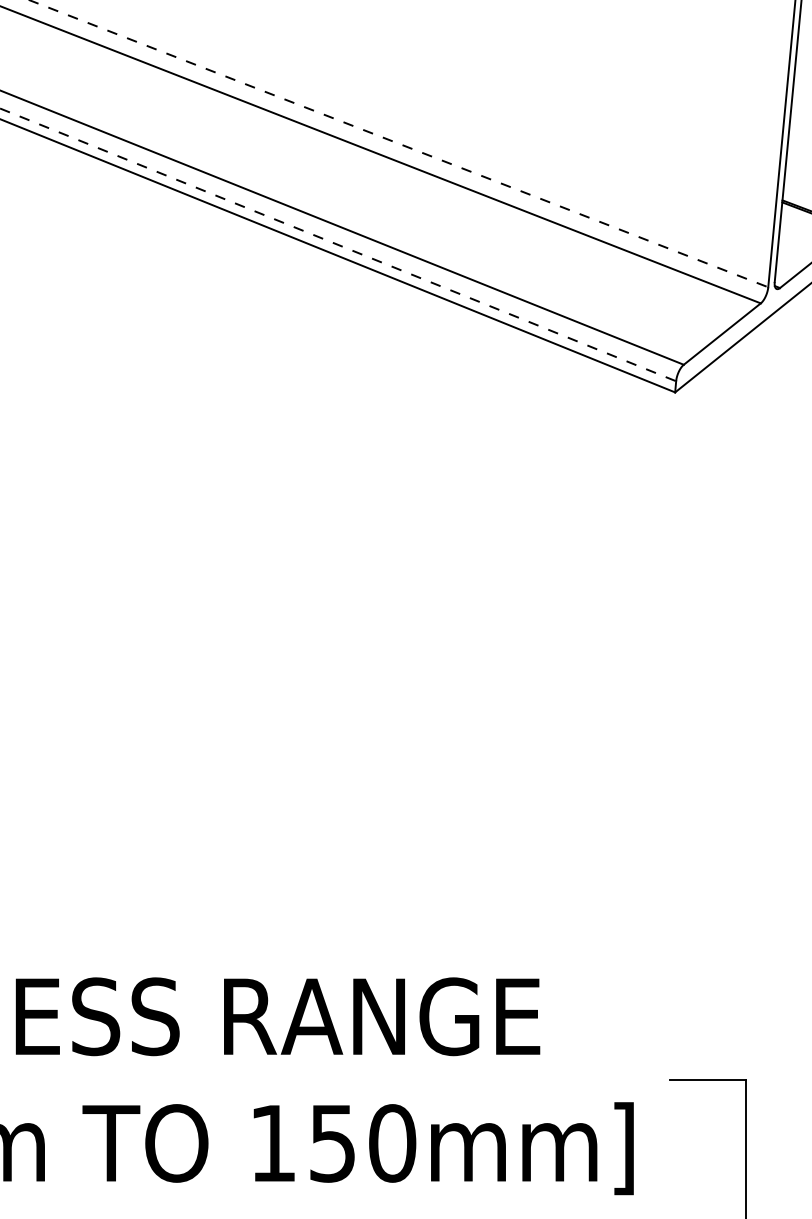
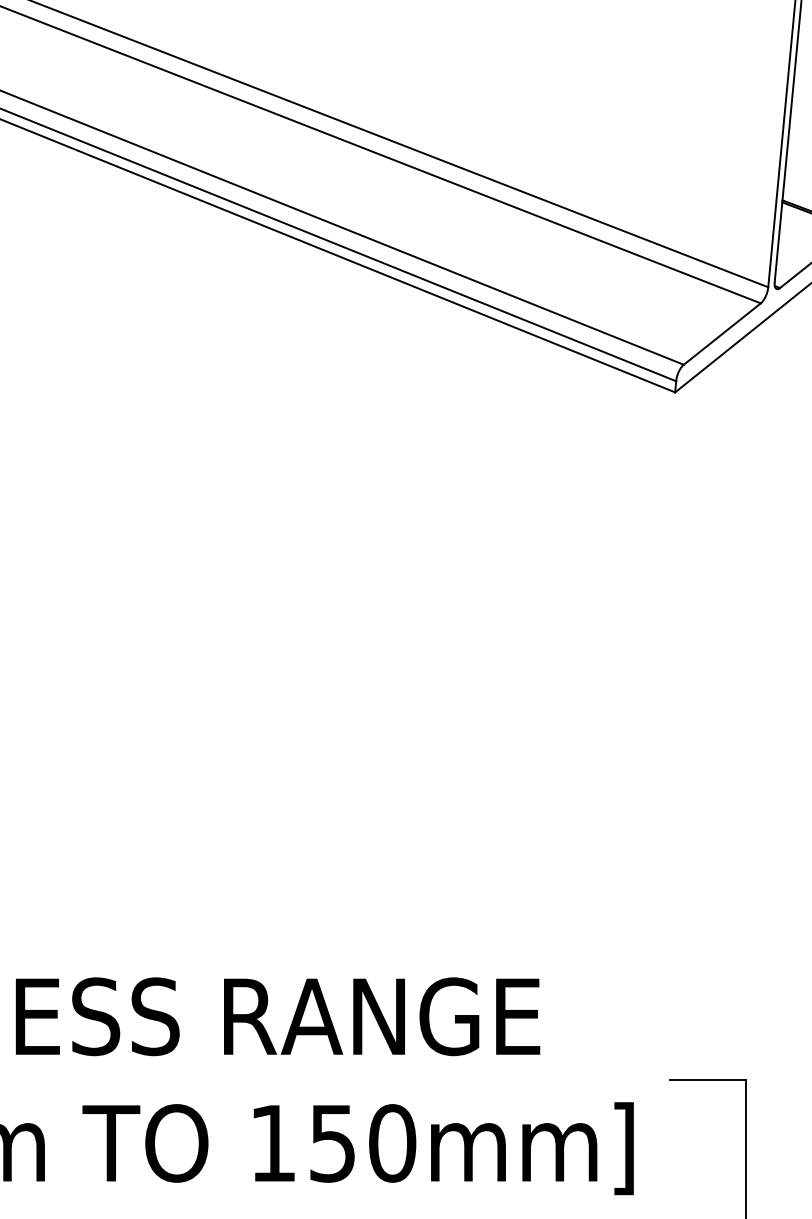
line at (399, 143): dashed -> solid
line at (338, 245): dashed -> solid
